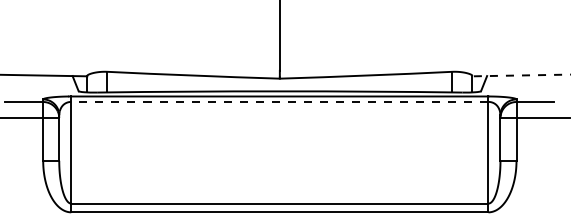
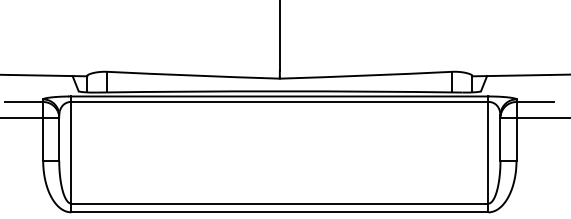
line at (521, 75): dashed -> solid
line at (279, 101): dashed -> solid
